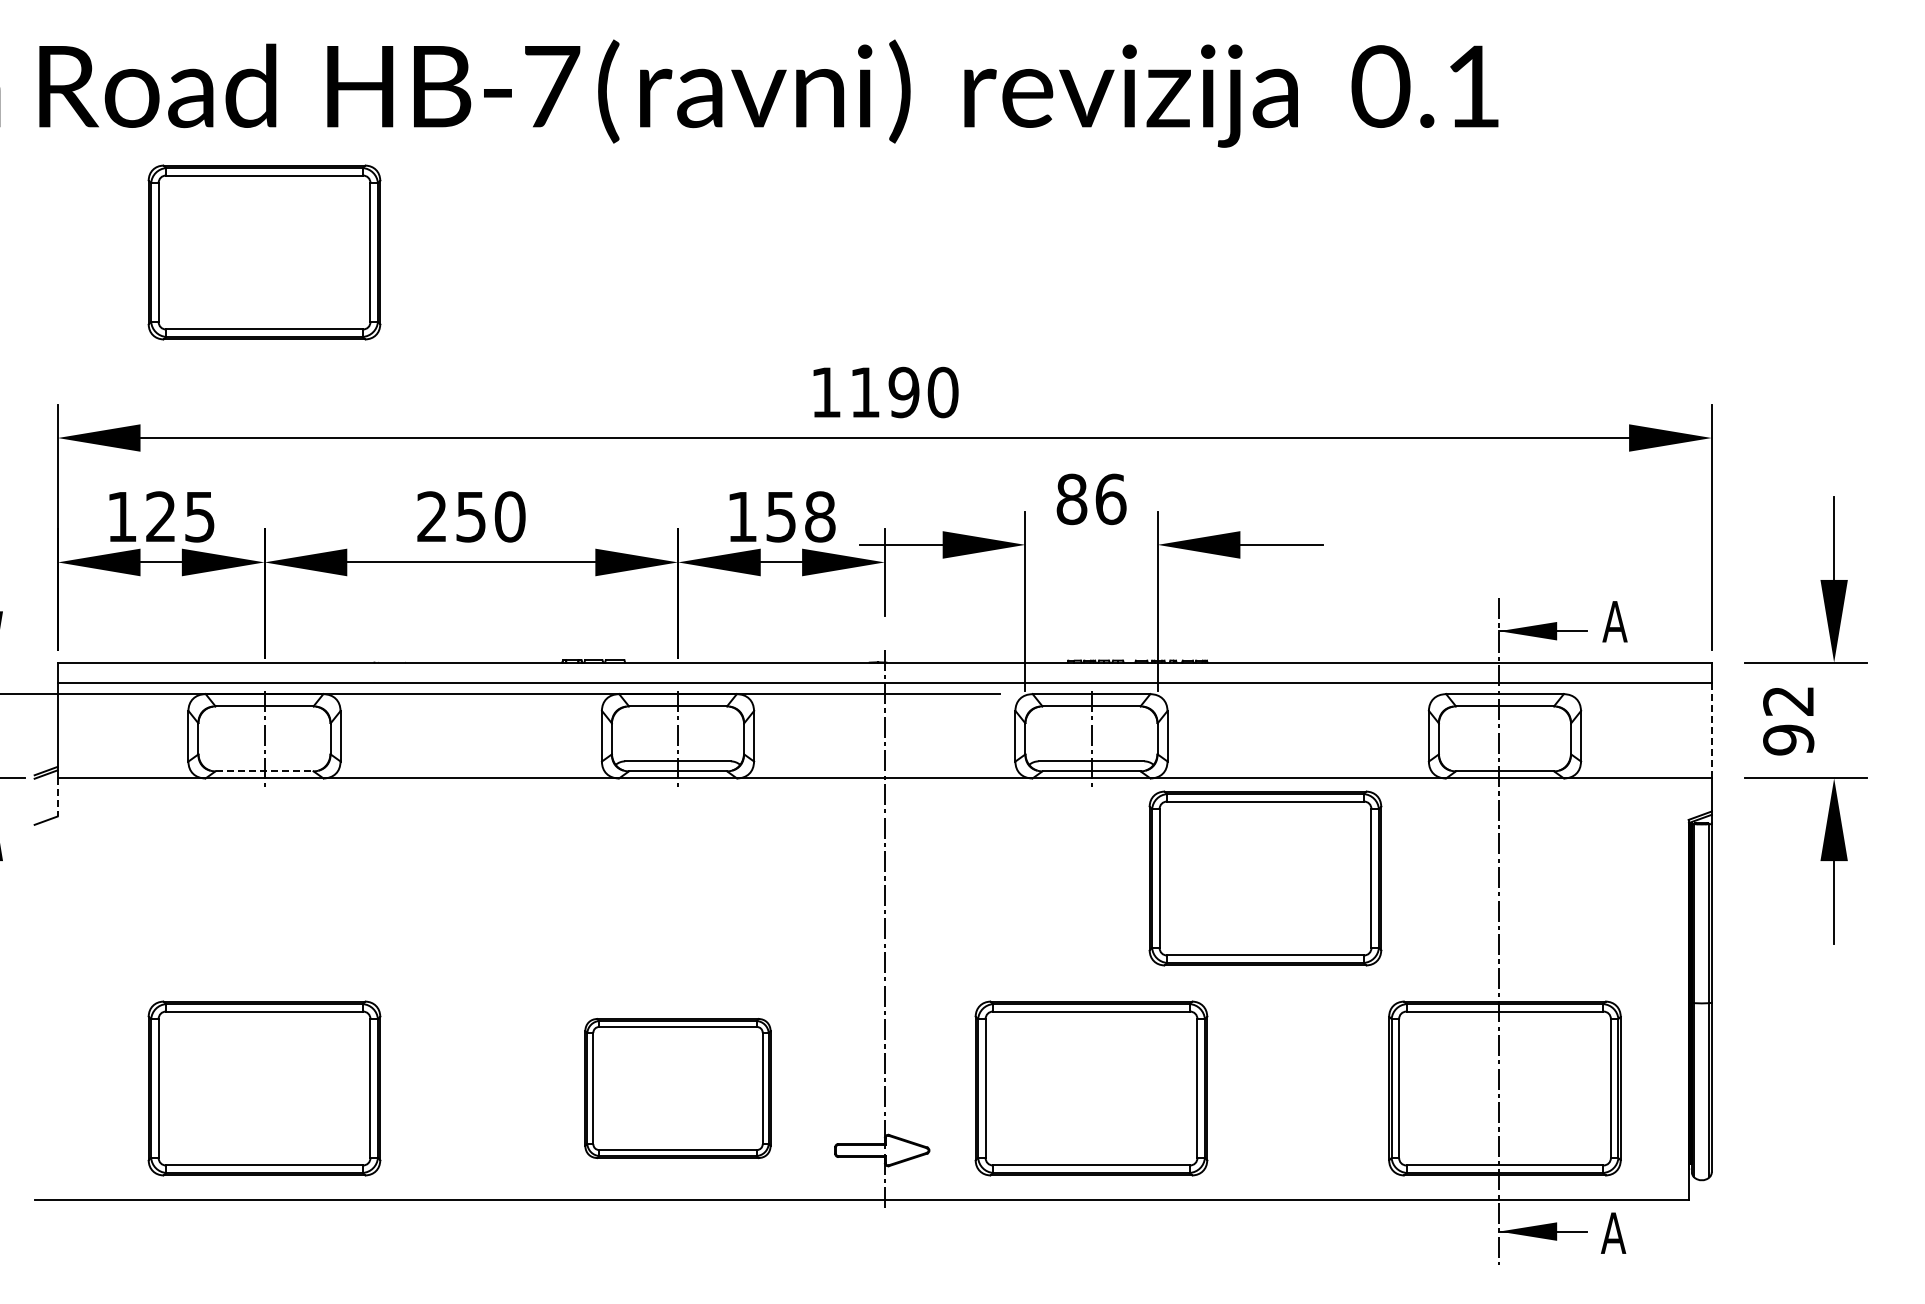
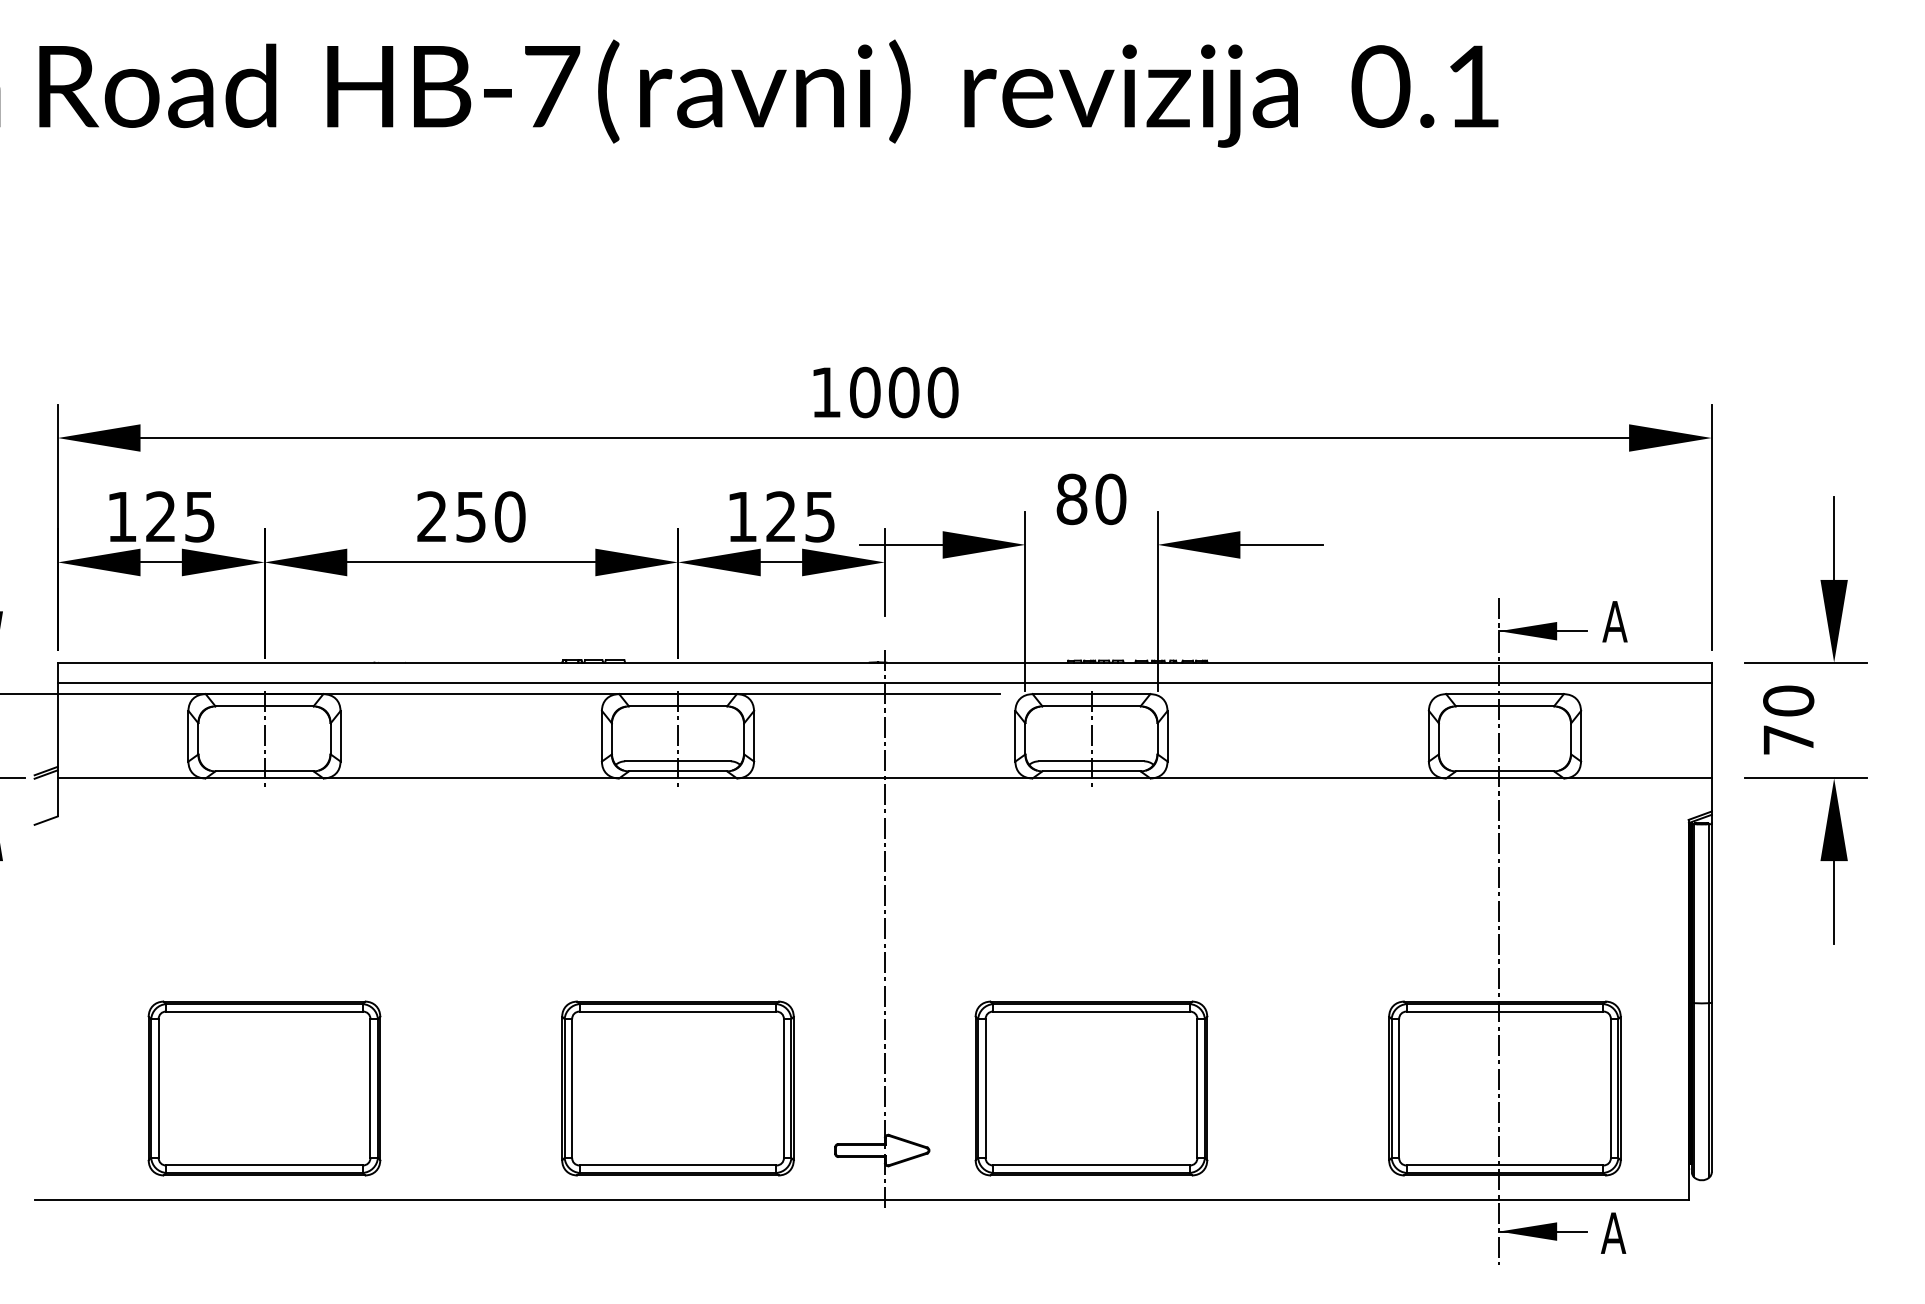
part at (264, 252): present -> none
text at (884, 392): 1190 -> 1000
text at (1110, 498): 86 -> 80
text at (800, 516): 158 -> 125
text at (1788, 720): 92 -> 70
line at (1711, 730): dashed -> solid
line at (264, 771): dashed -> solid
line at (57, 797): dashed -> solid
part at (1265, 878): present -> none
part at (677, 1088) size: 188x142 px -> 234x177 px
